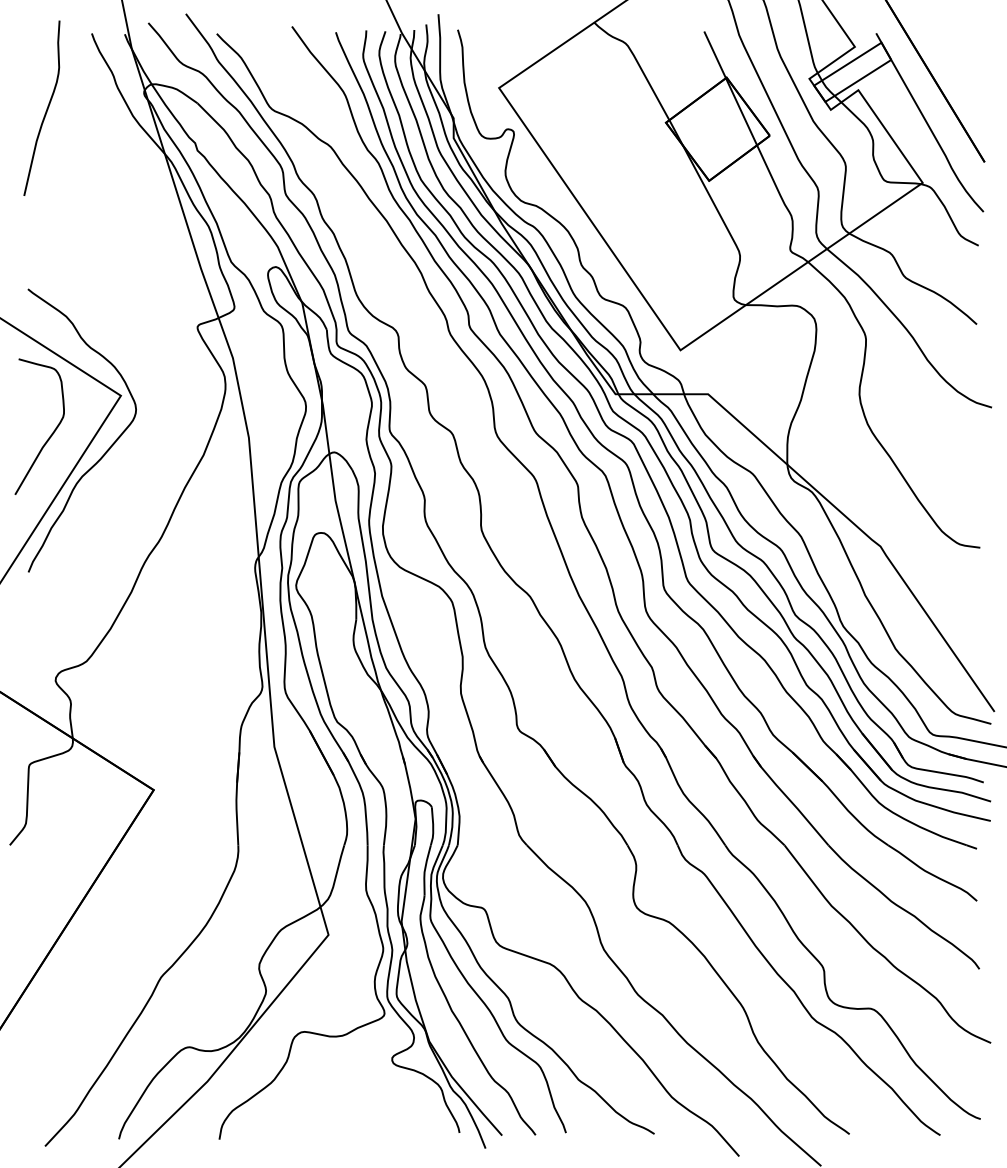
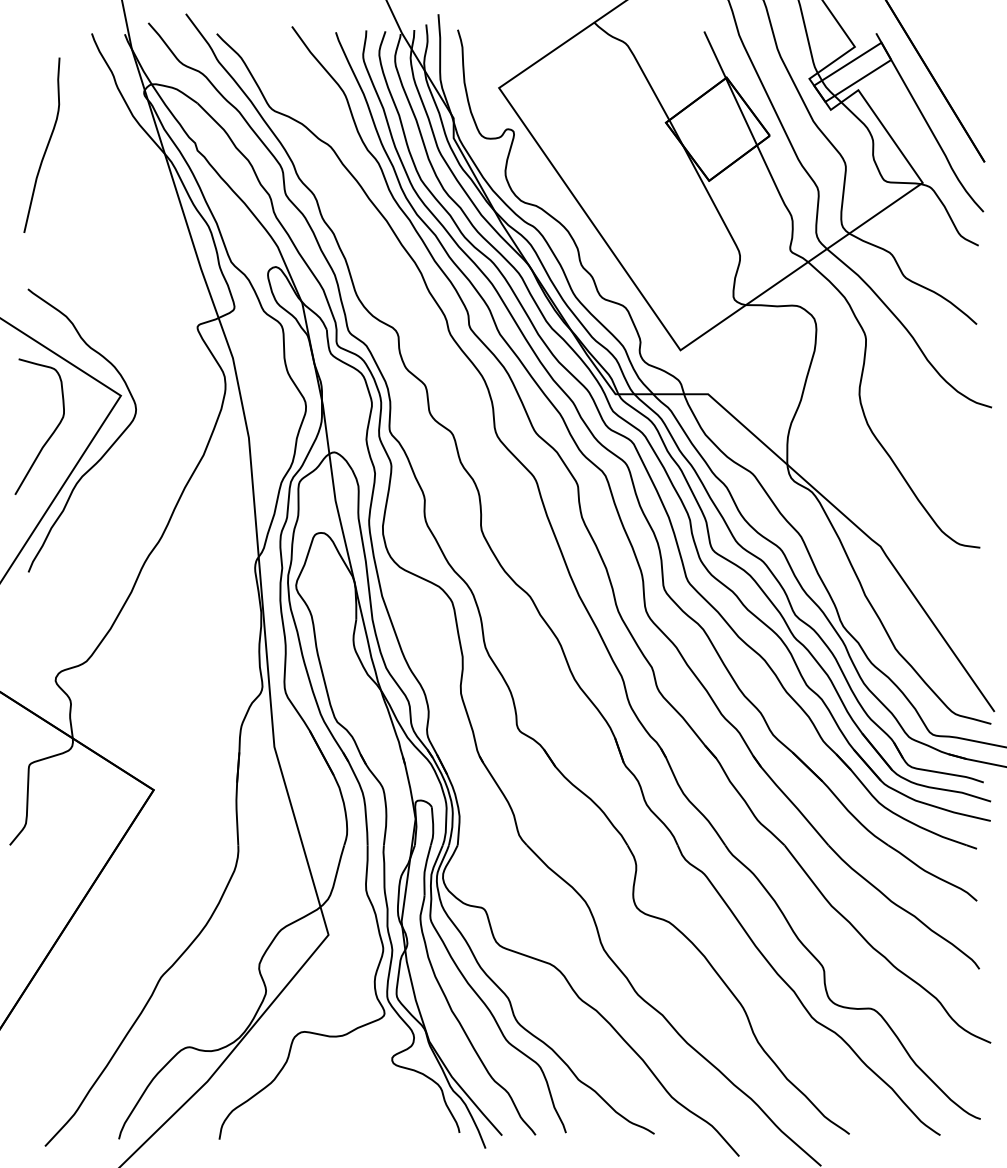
curve at (46, 108) position: (46, 108) -> (46, 145)
